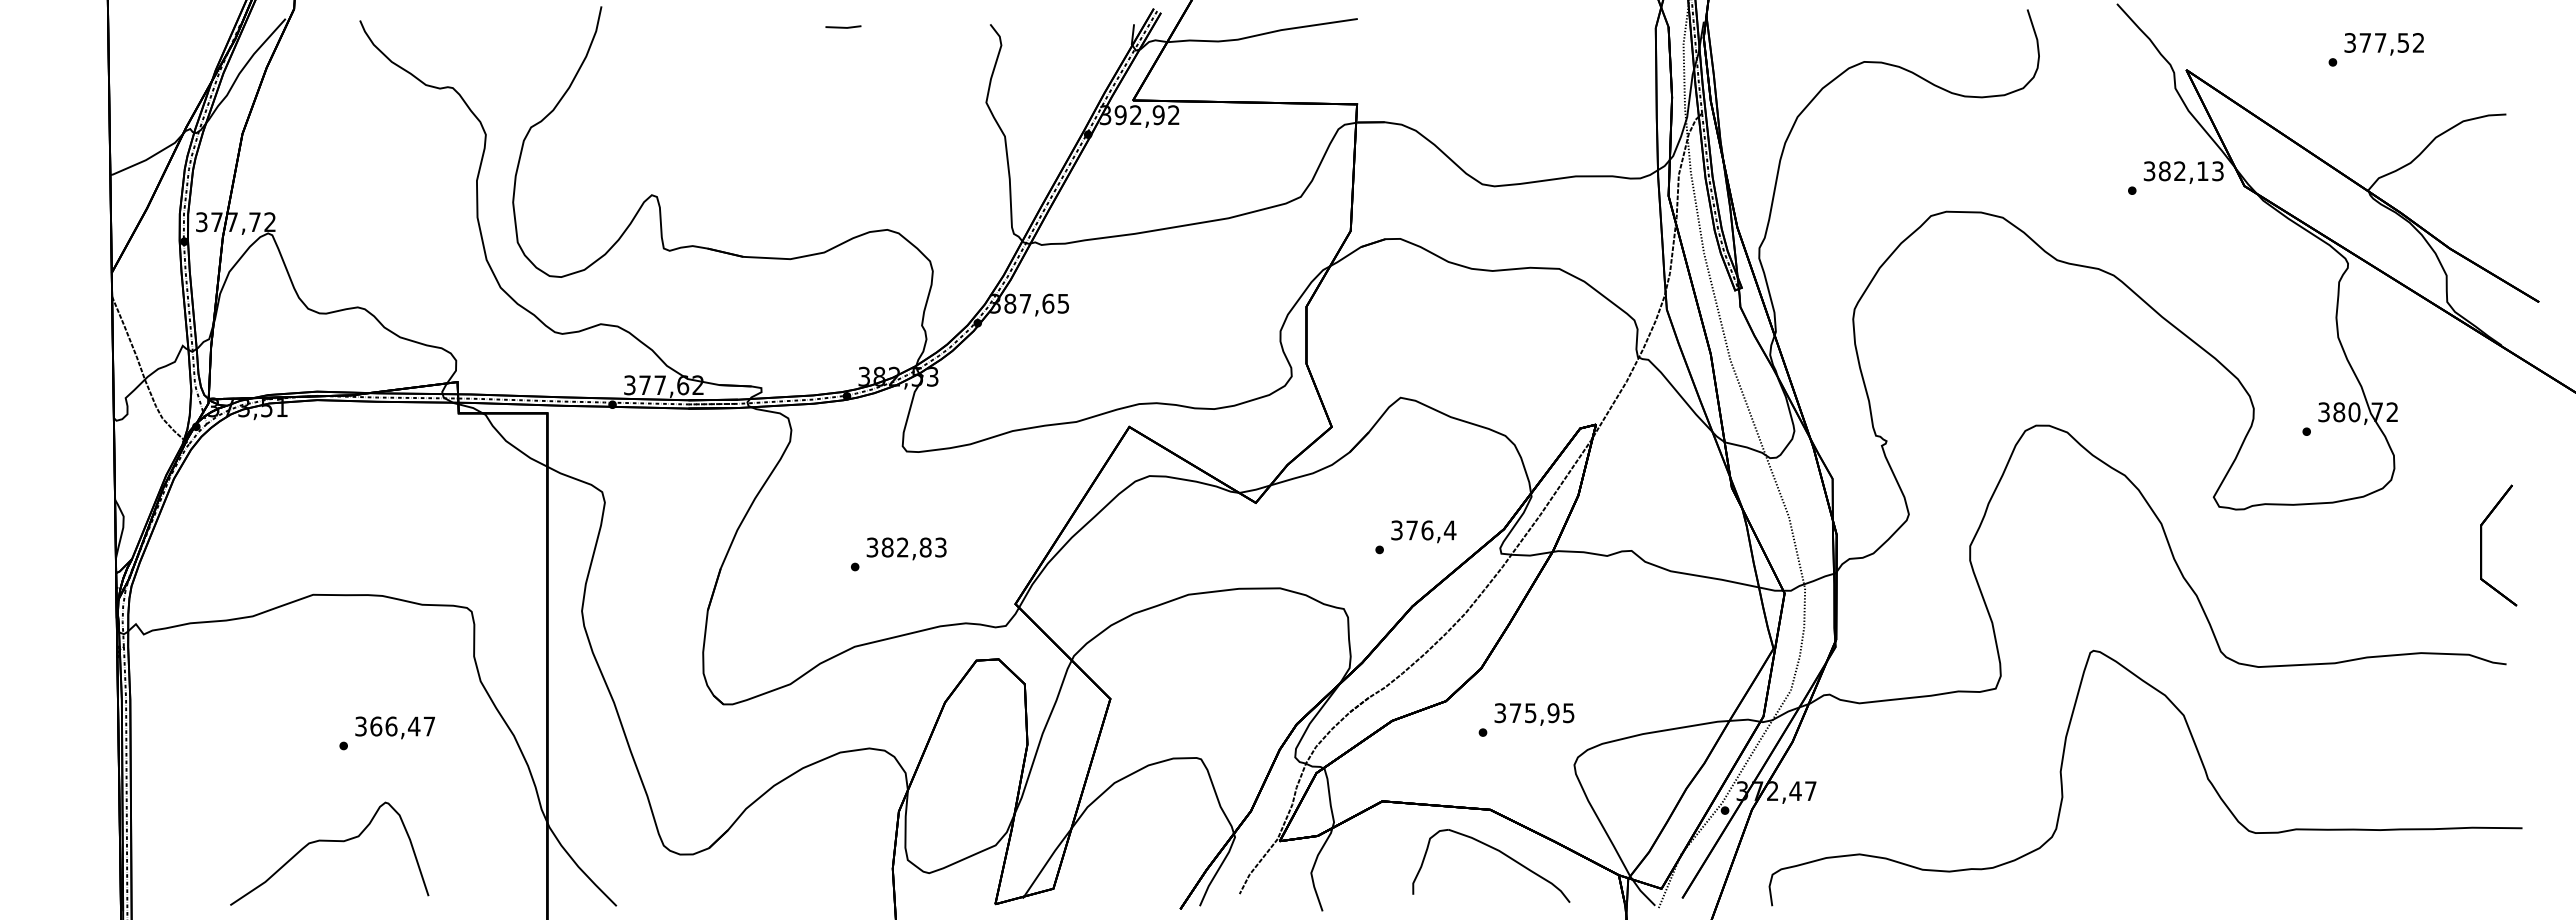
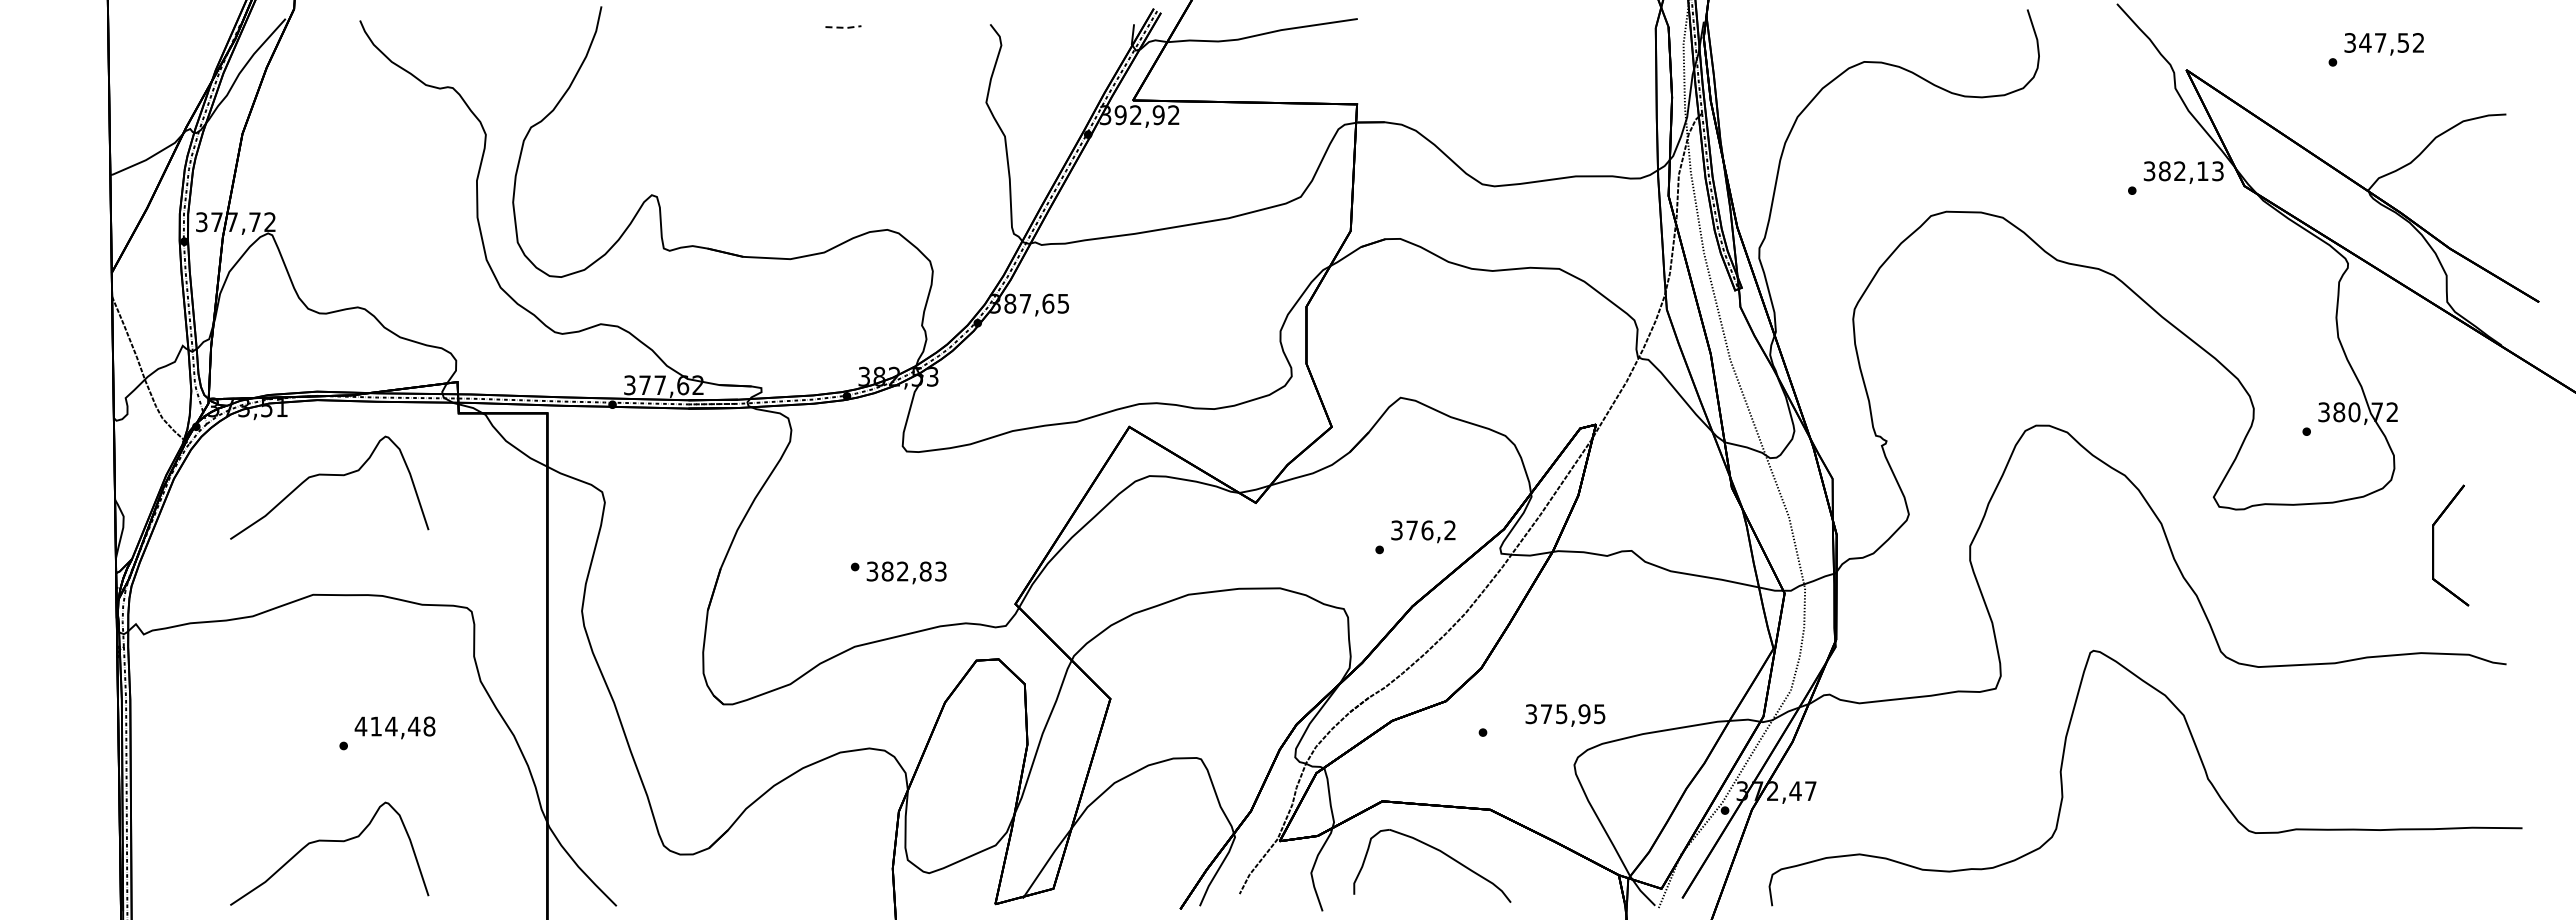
line at (844, 27): solid -> dashed
text at (2365, 42): 377,52 -> 347,52
curve at (329, 475): none -> present
text at (1449, 530): 376,4 -> 376,2
part at (2482, 545) position: (2482, 545) -> (2434, 545)
text at (906, 548) position: (906, 548) -> (906, 572)
text at (1534, 714) position: (1534, 714) -> (1565, 715)
text at (394, 726): 366,47 -> 414,48
part at (1497, 851) position: (1497, 851) -> (1438, 851)
